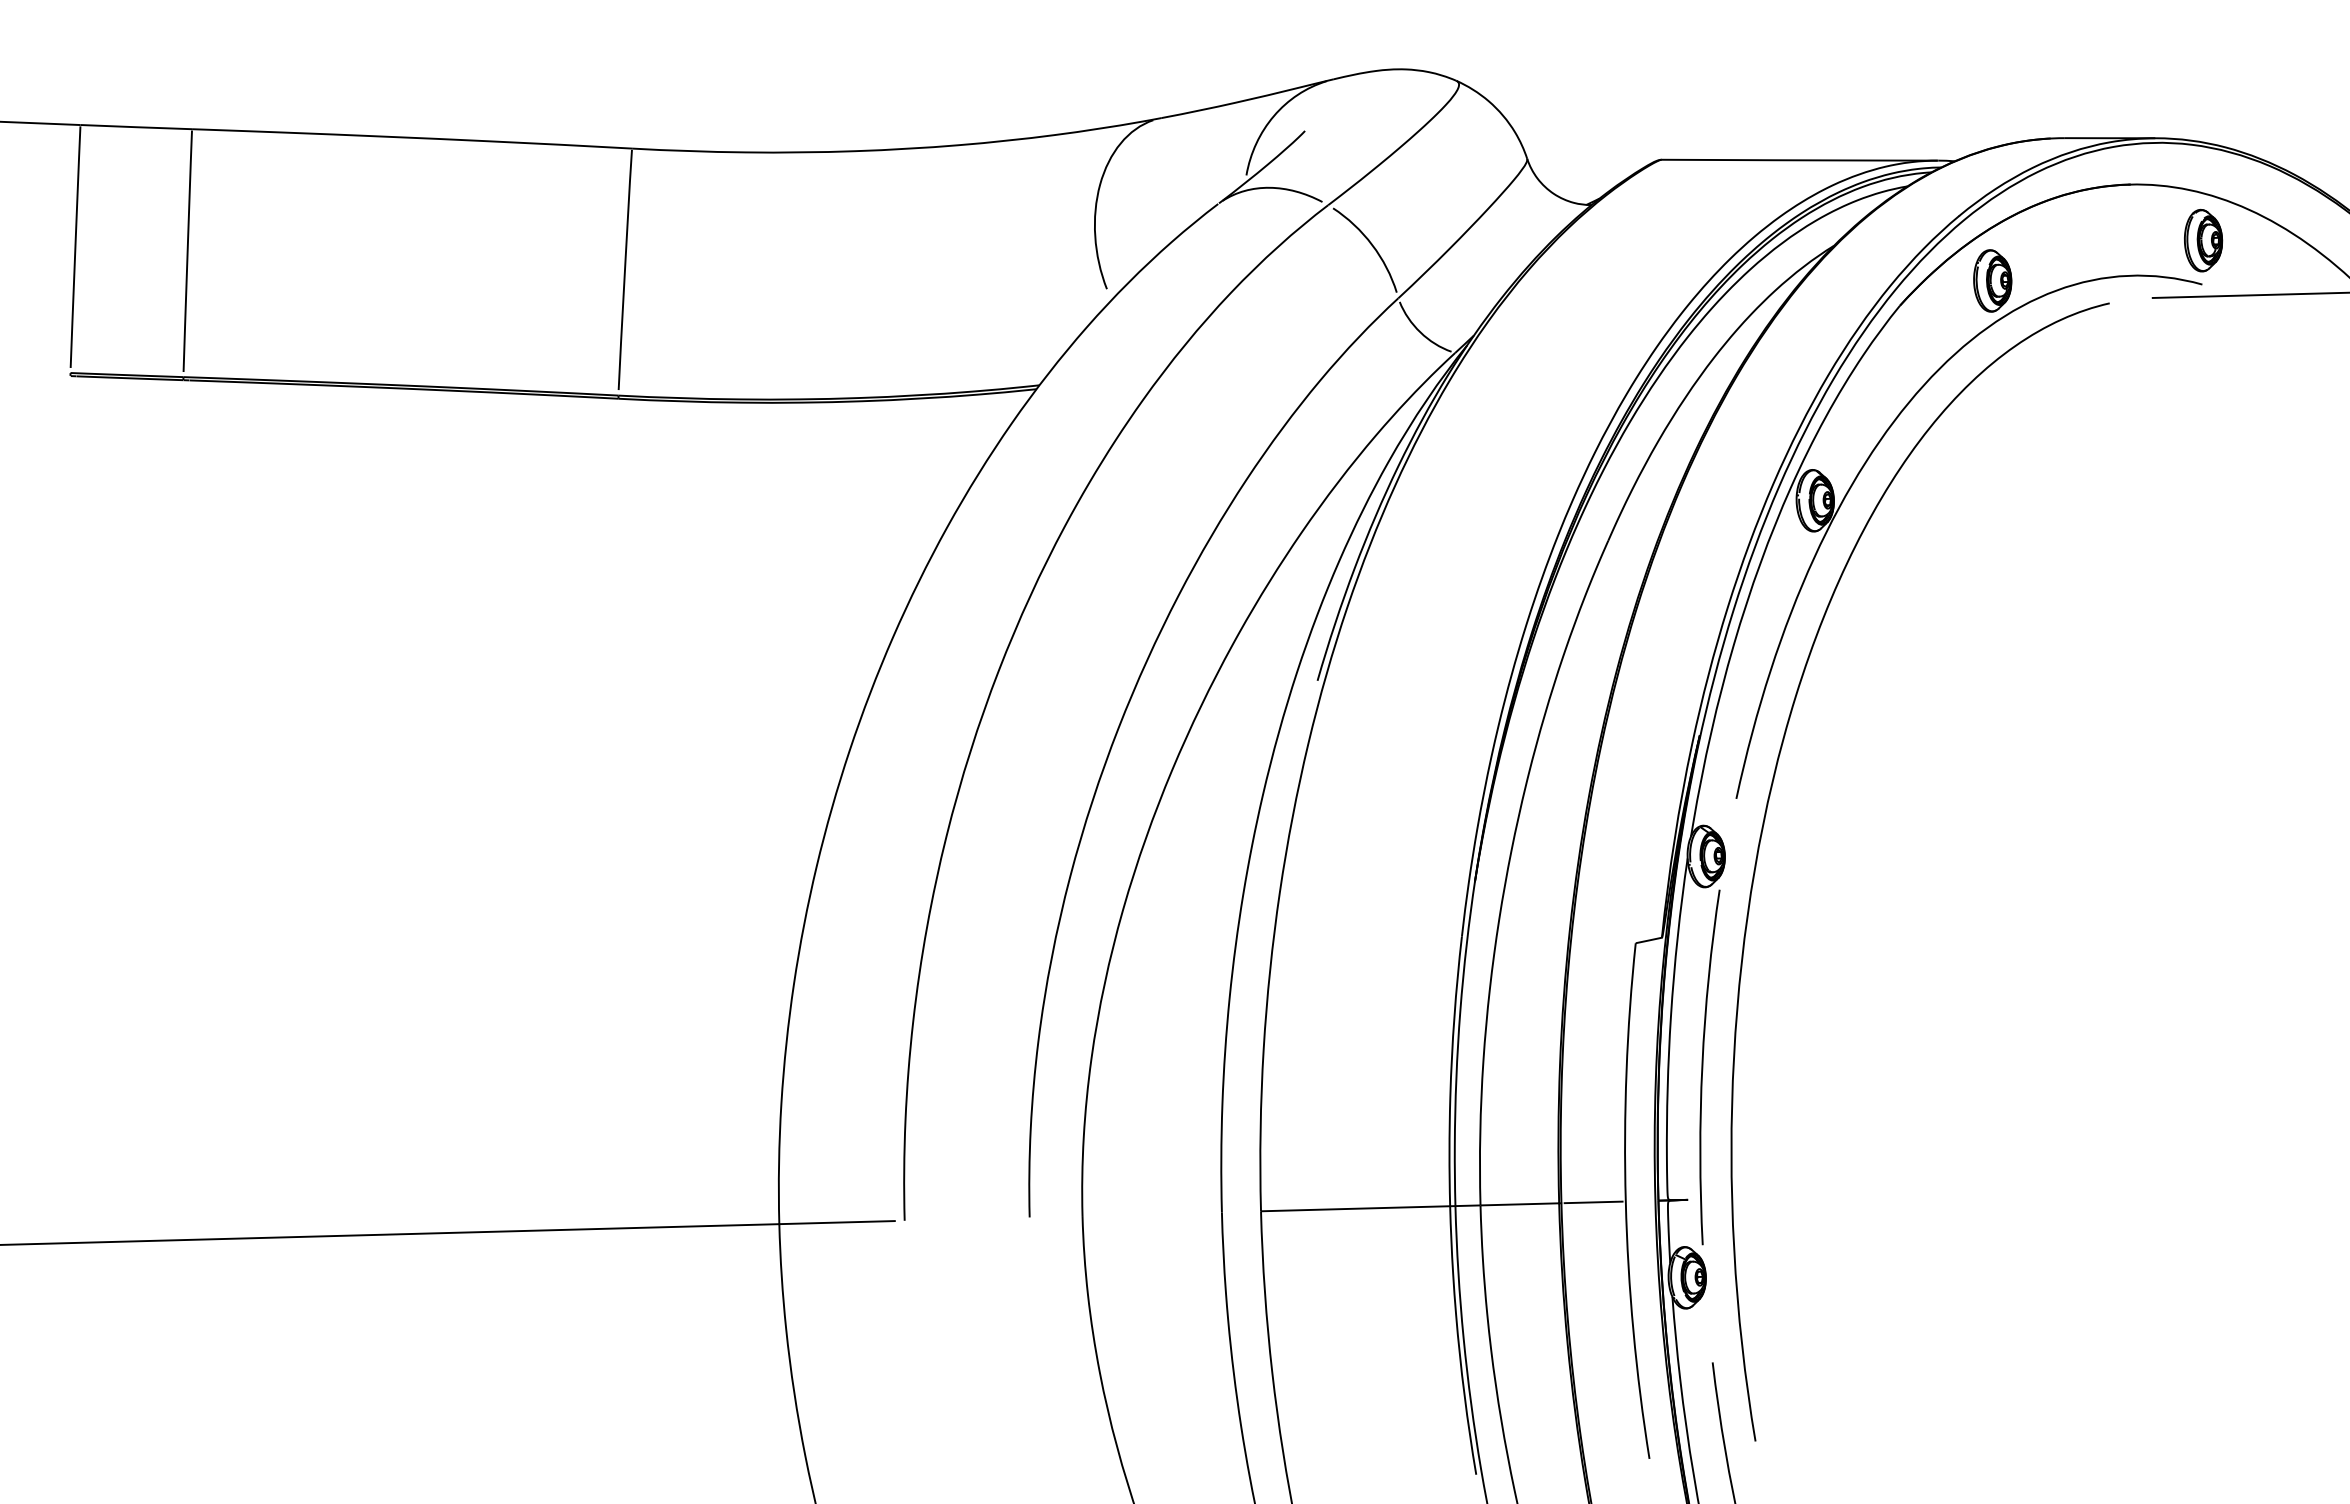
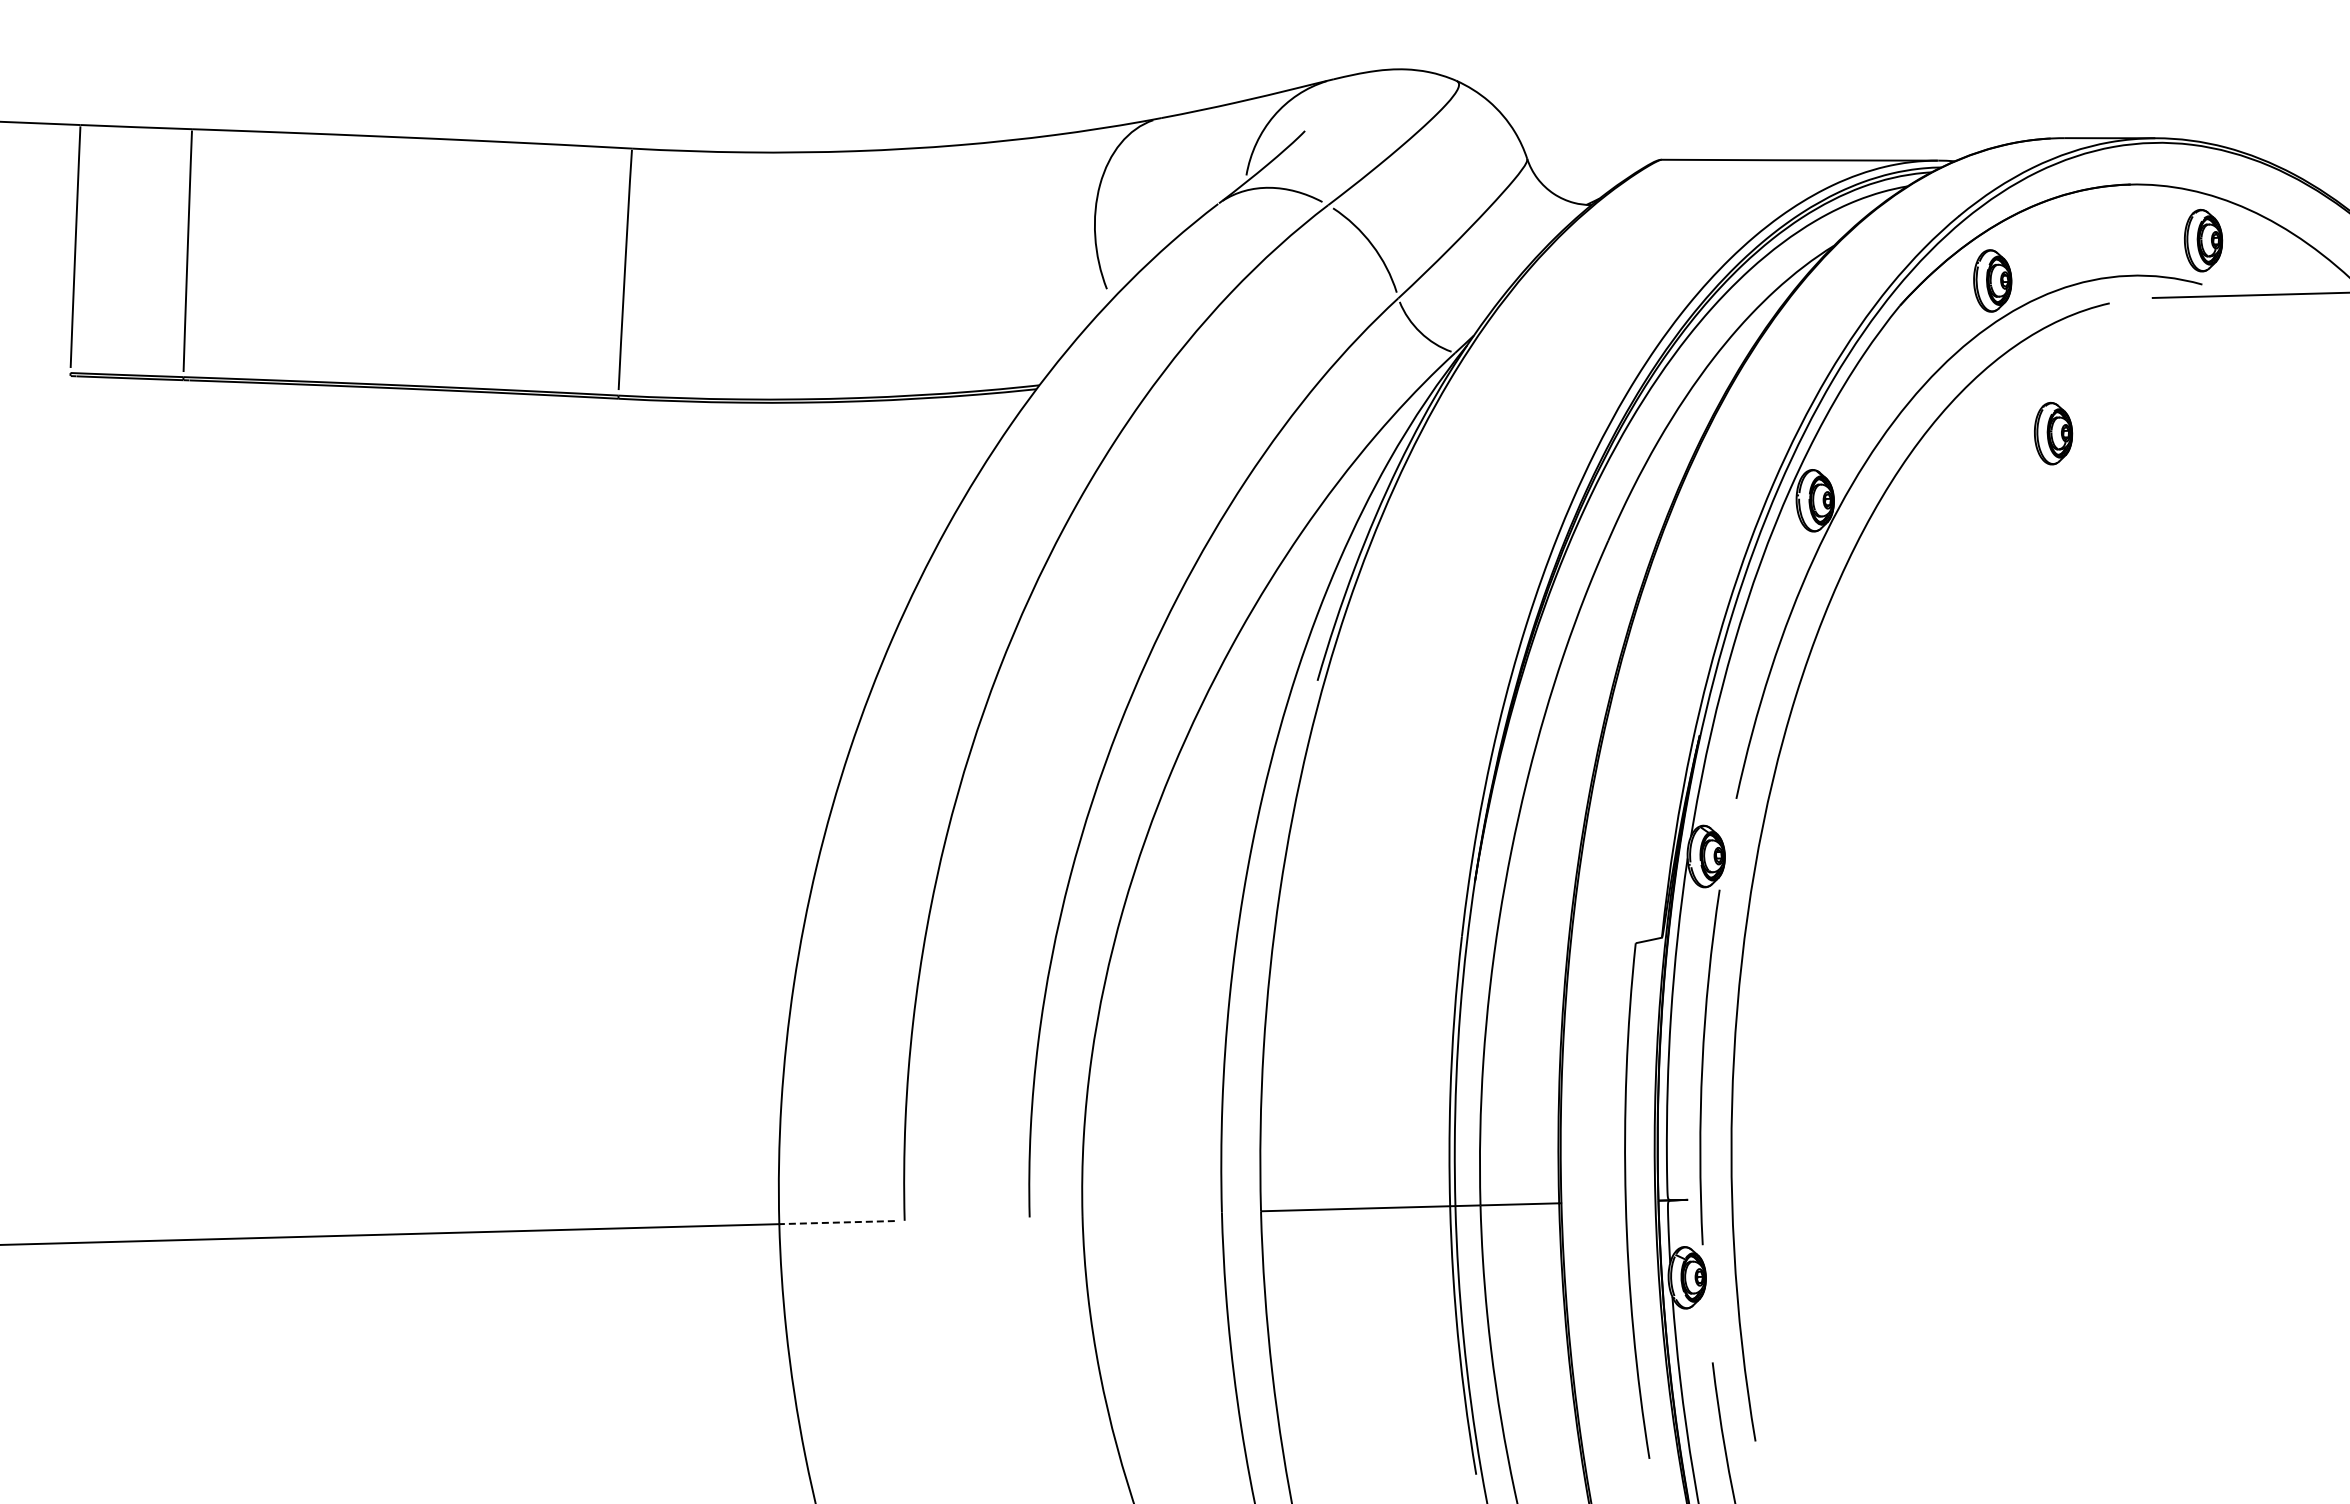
part at (2053, 433): none -> present
line at (1593, 1202): present -> none
line at (837, 1222): solid -> dashed
